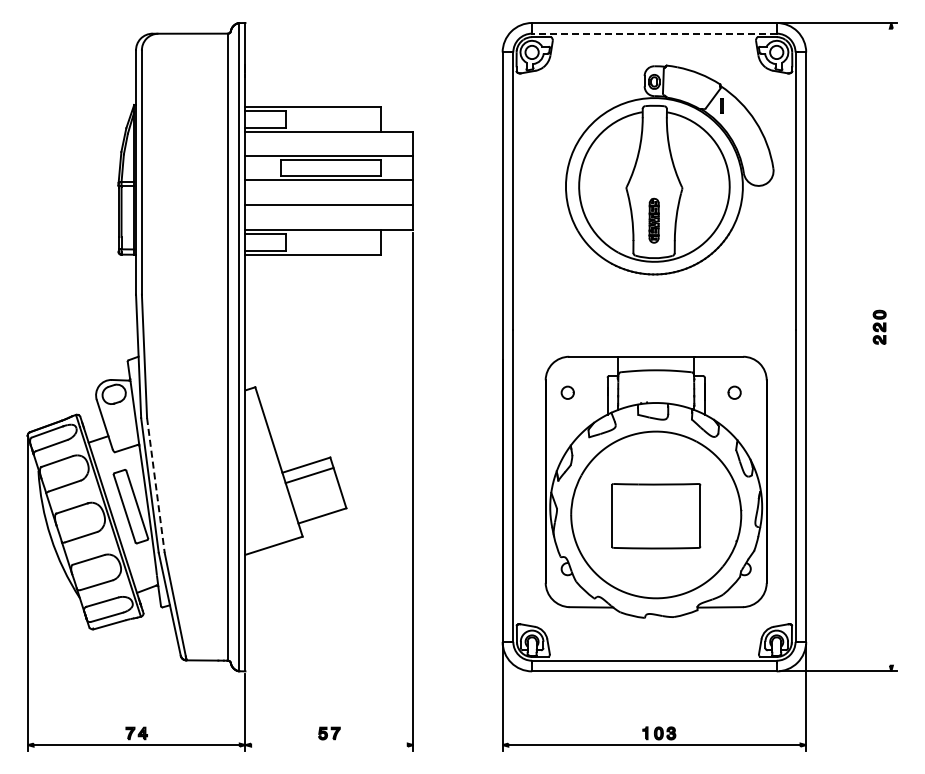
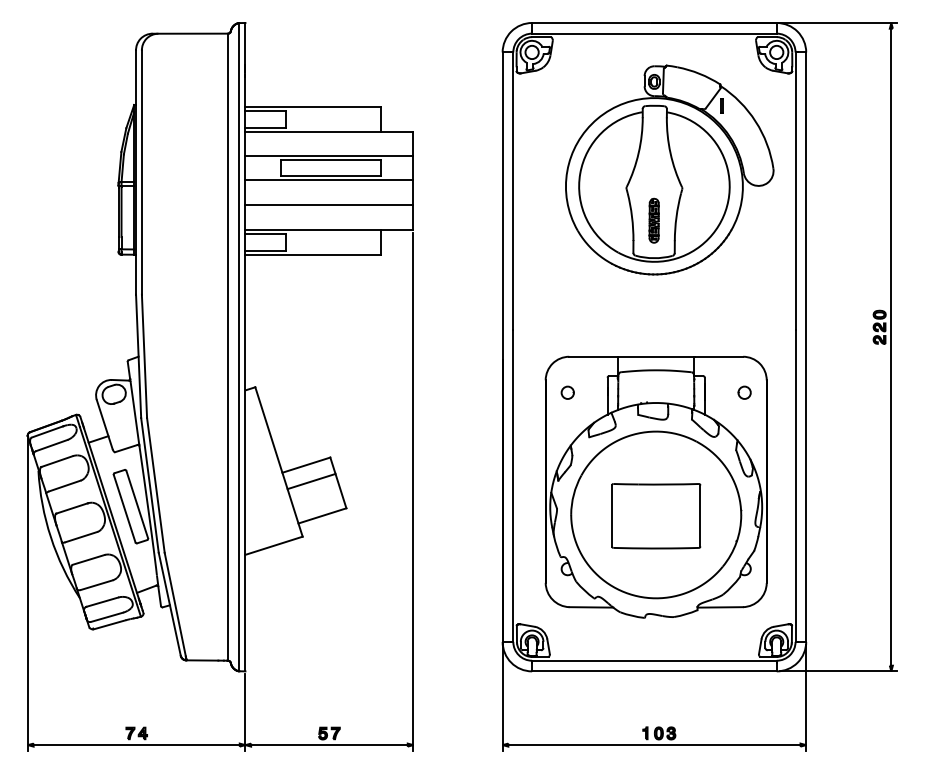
line at (653, 33): dashed -> solid
line at (891, 346): none -> present
circle at (734, 392) position: (734, 392) -> (744, 392)
line at (309, 475) position: (309, 475) -> (311, 481)
line at (155, 485): dashed -> solid
line at (329, 745): none -> present
